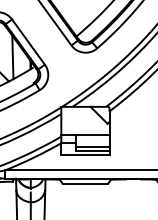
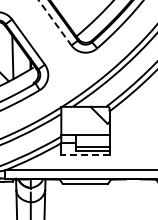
line at (55, 23): solid -> dashed
line at (84, 155): solid -> dashed
